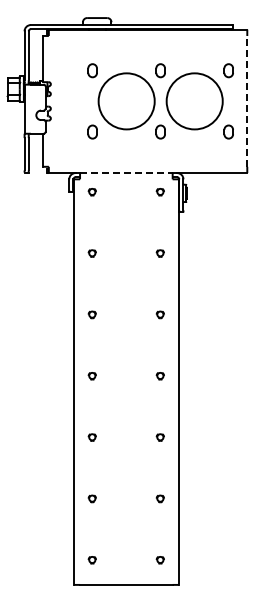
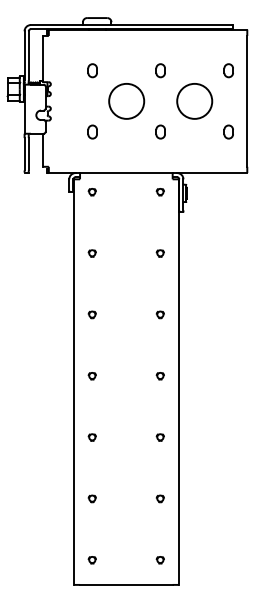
line at (247, 100): dashed -> solid
circle at (126, 101) diameter: 56 px -> 35 px
circle at (194, 101) diameter: 56 px -> 35 px
line at (126, 173): dashed -> solid
